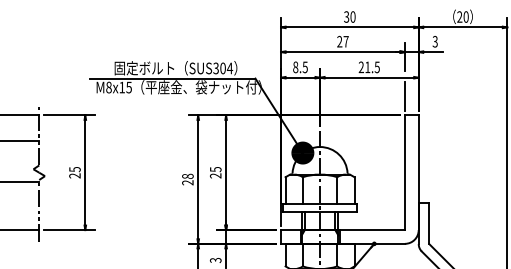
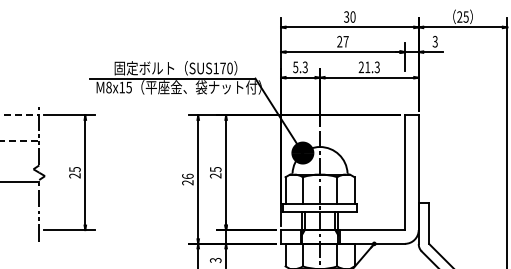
text at (465, 16): 20 -> 25
text at (300, 66): 8.5 -> 5.3
text at (377, 66): 21.5 -> 21.3
text at (223, 68): SUS304 -> SUS170
line at (404, 95): present -> none
line at (20, 115): solid -> dashed
line at (20, 140): solid -> dashed
text at (187, 175): 28 -> 26
line at (20, 230): present -> none
